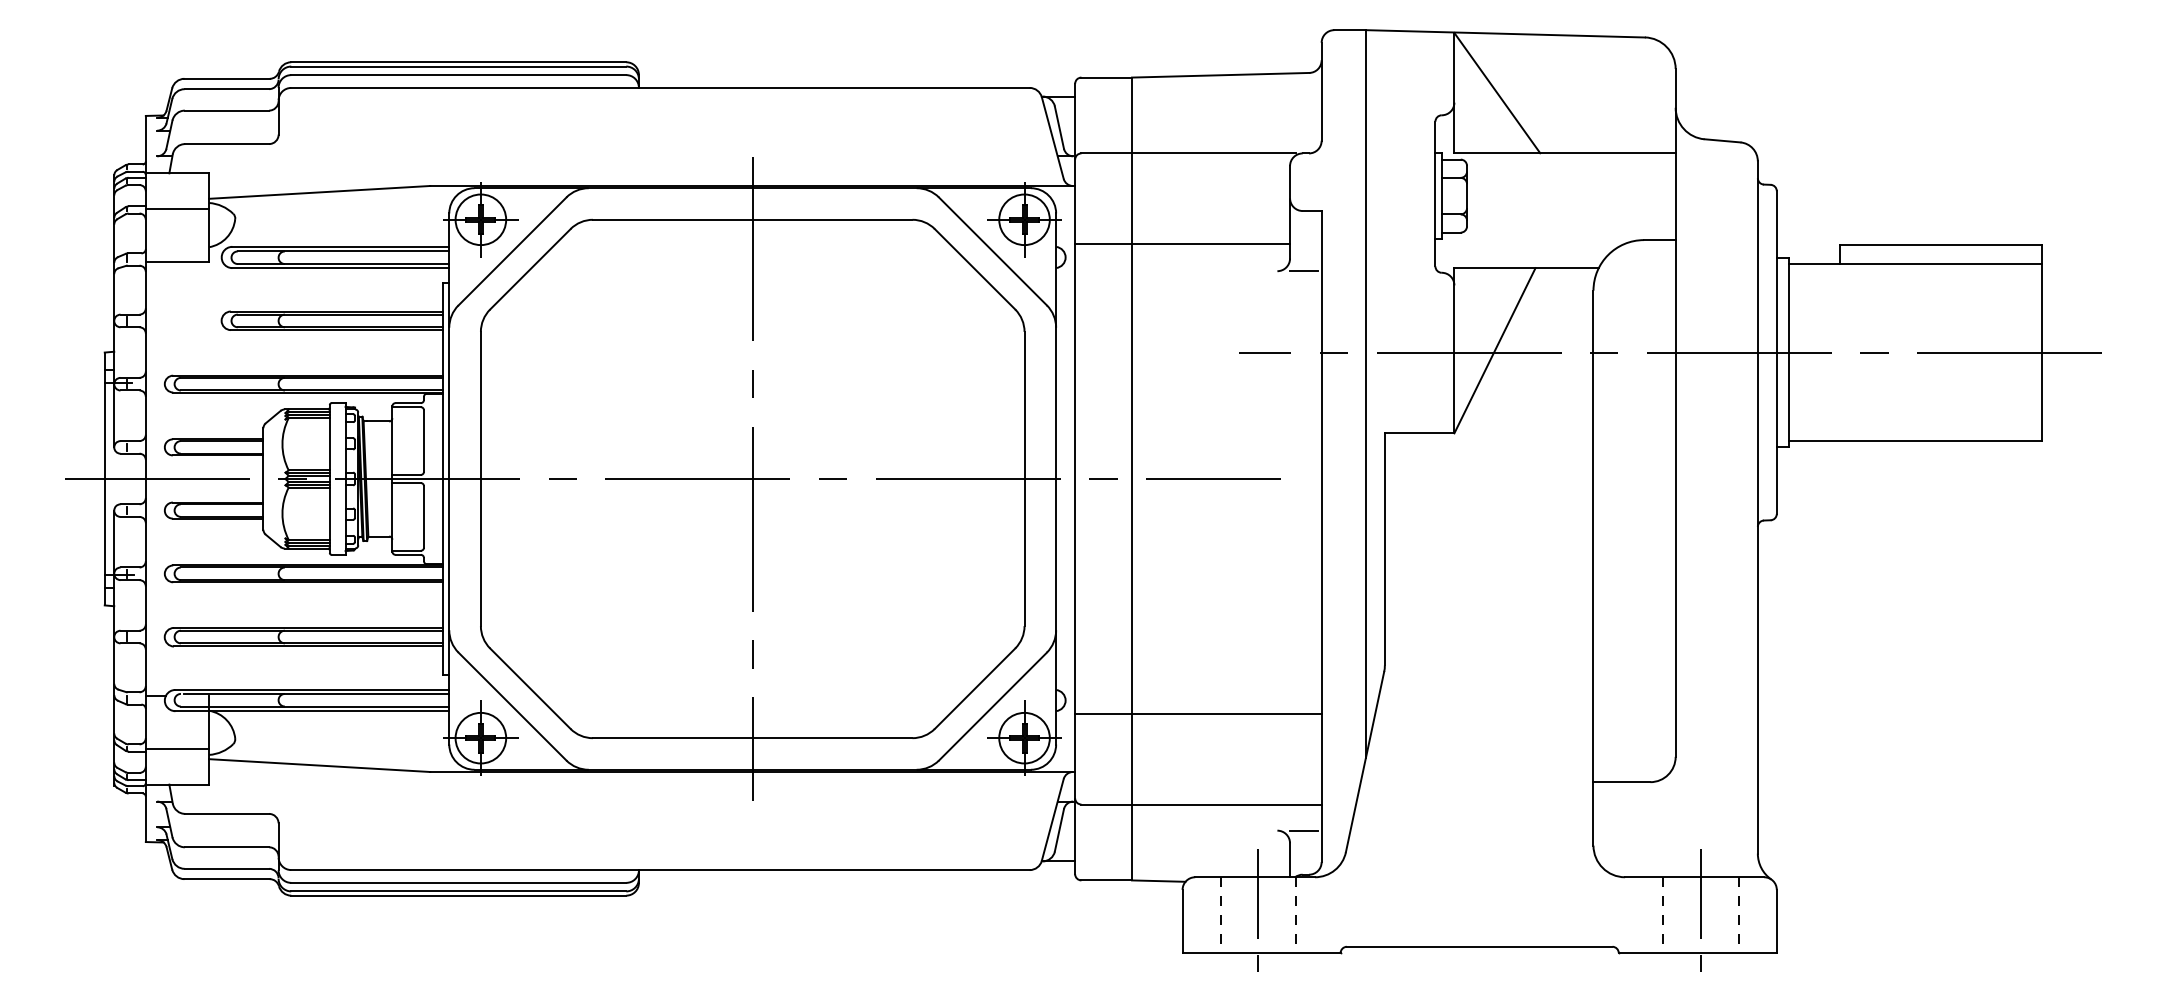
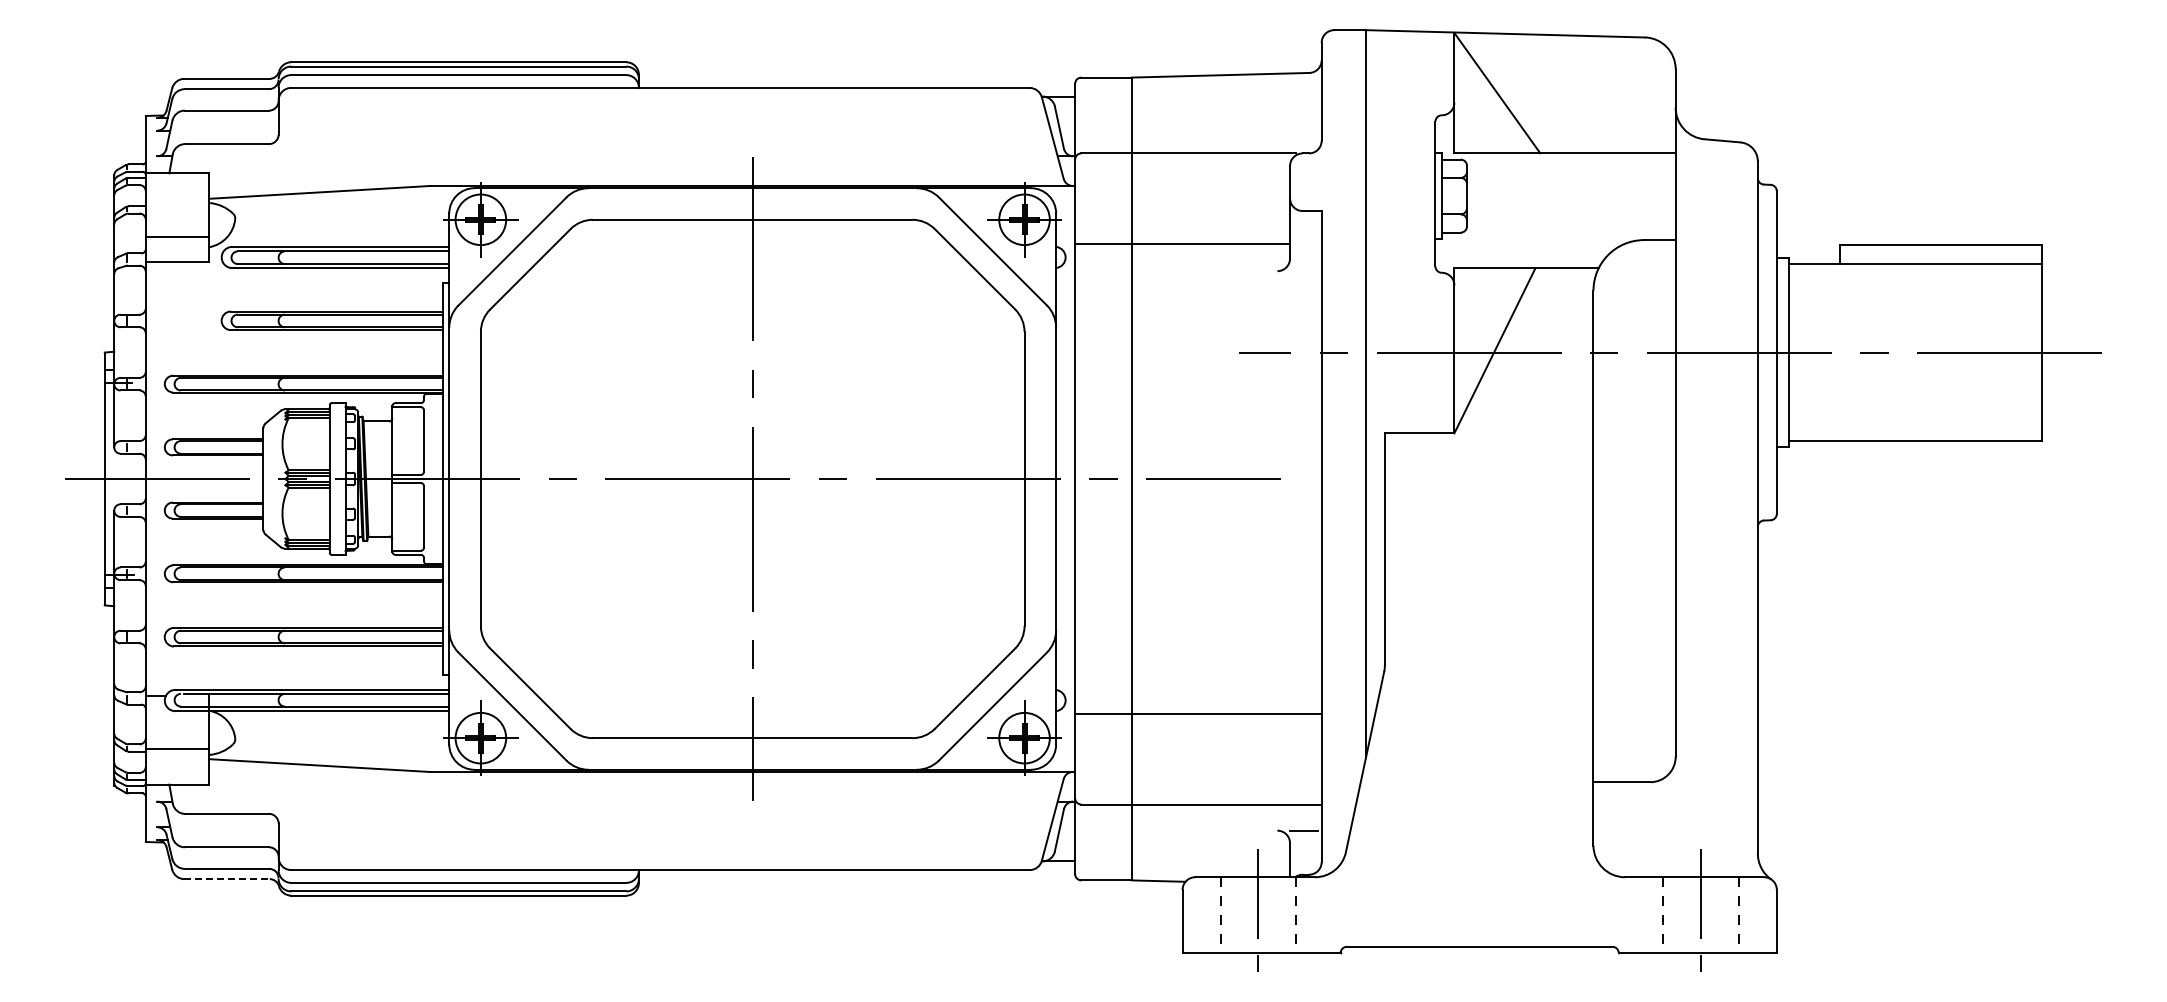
line at (177, 209) position: (177, 209) -> (177, 237)
line at (1304, 271): present -> none
line at (227, 879): solid -> dashed
